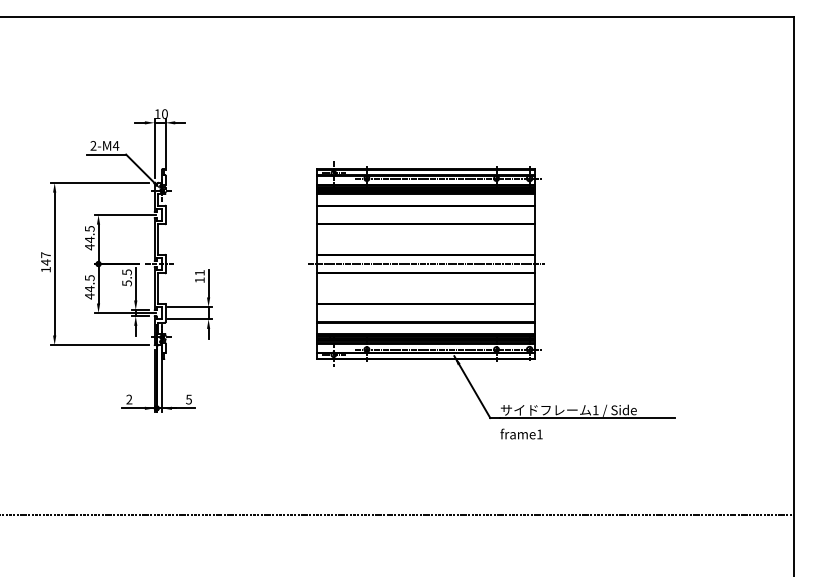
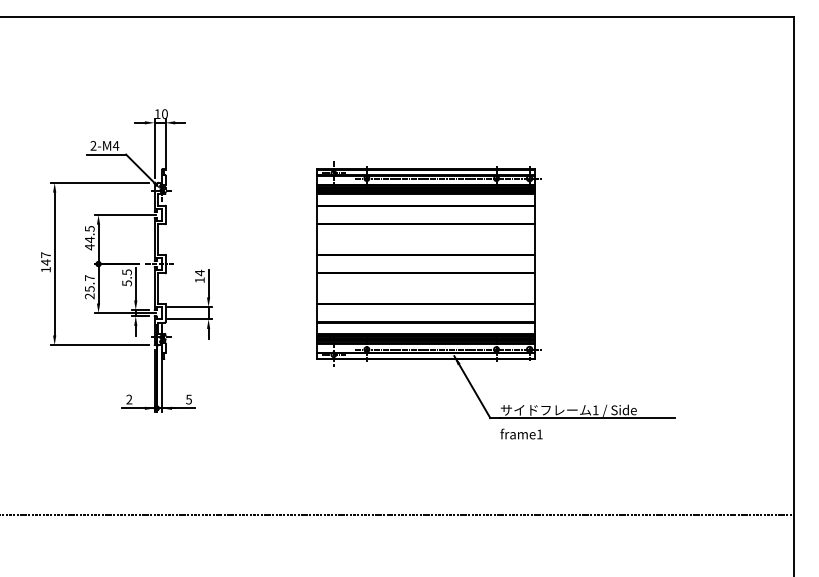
line at (425, 264): present -> none
text at (199, 272): 11 -> 14
text at (89, 287): 44.5 -> 25.7
